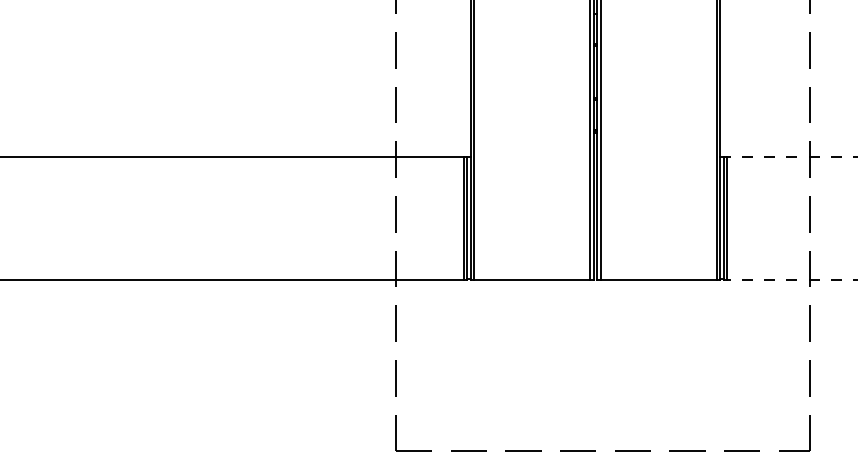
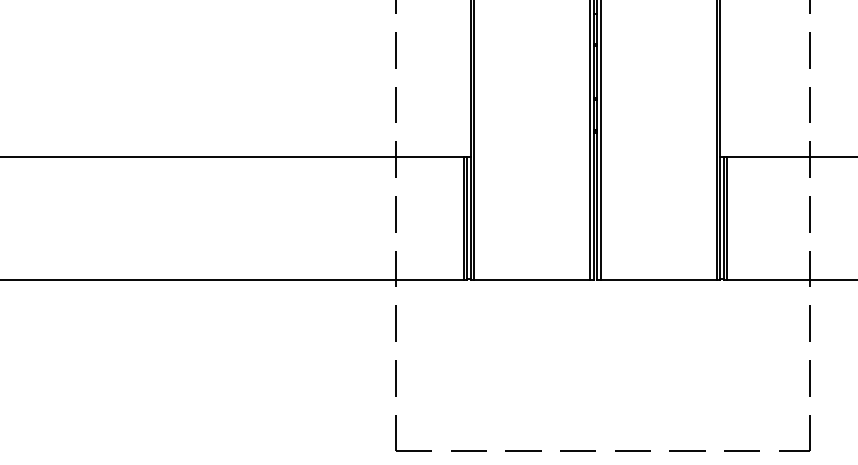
line at (792, 157): dashed -> solid
line at (792, 280): dashed -> solid
